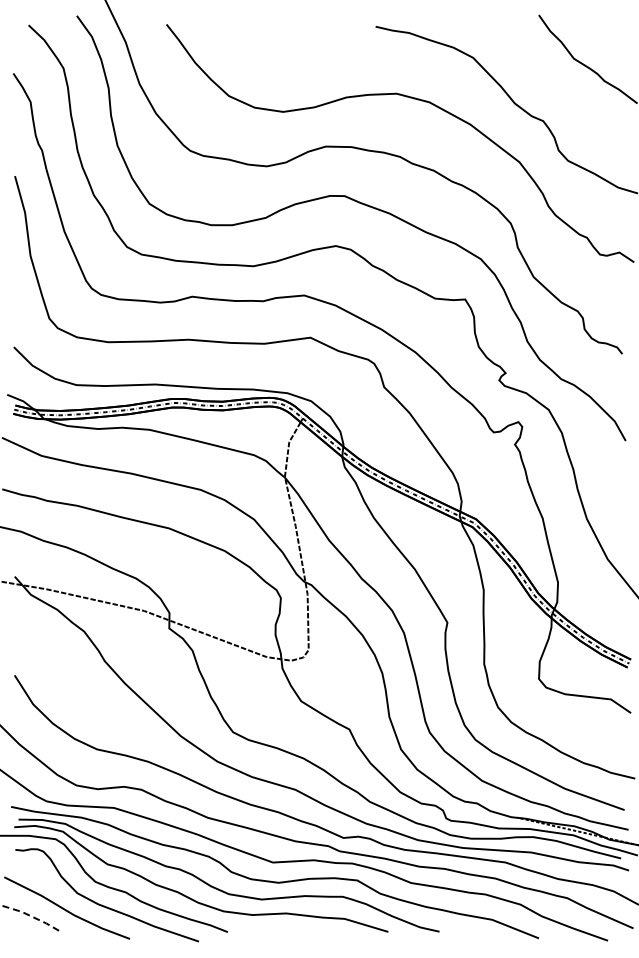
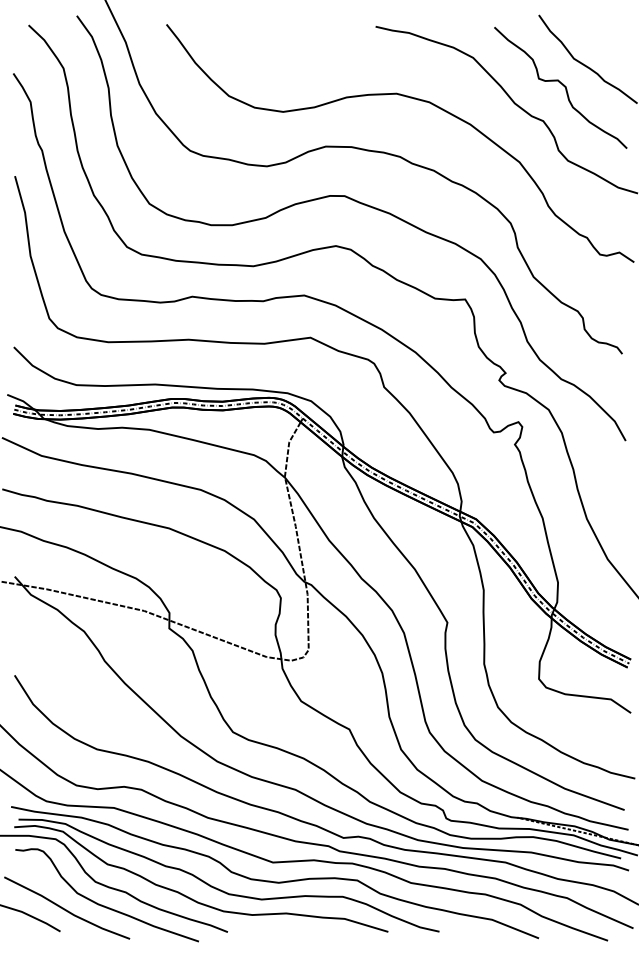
curve at (562, 85): none -> present
line at (31, 916): dashed -> solid
